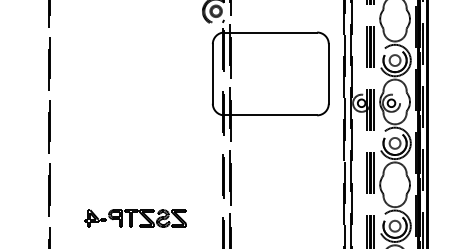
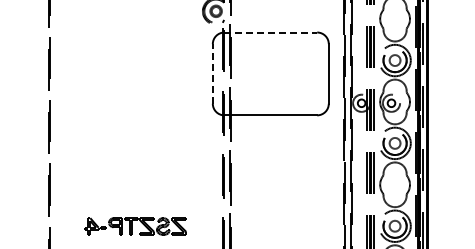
line at (271, 32): solid -> dashed
line at (212, 73): solid -> dashed
part at (135, 218) position: (135, 218) -> (135, 226)
